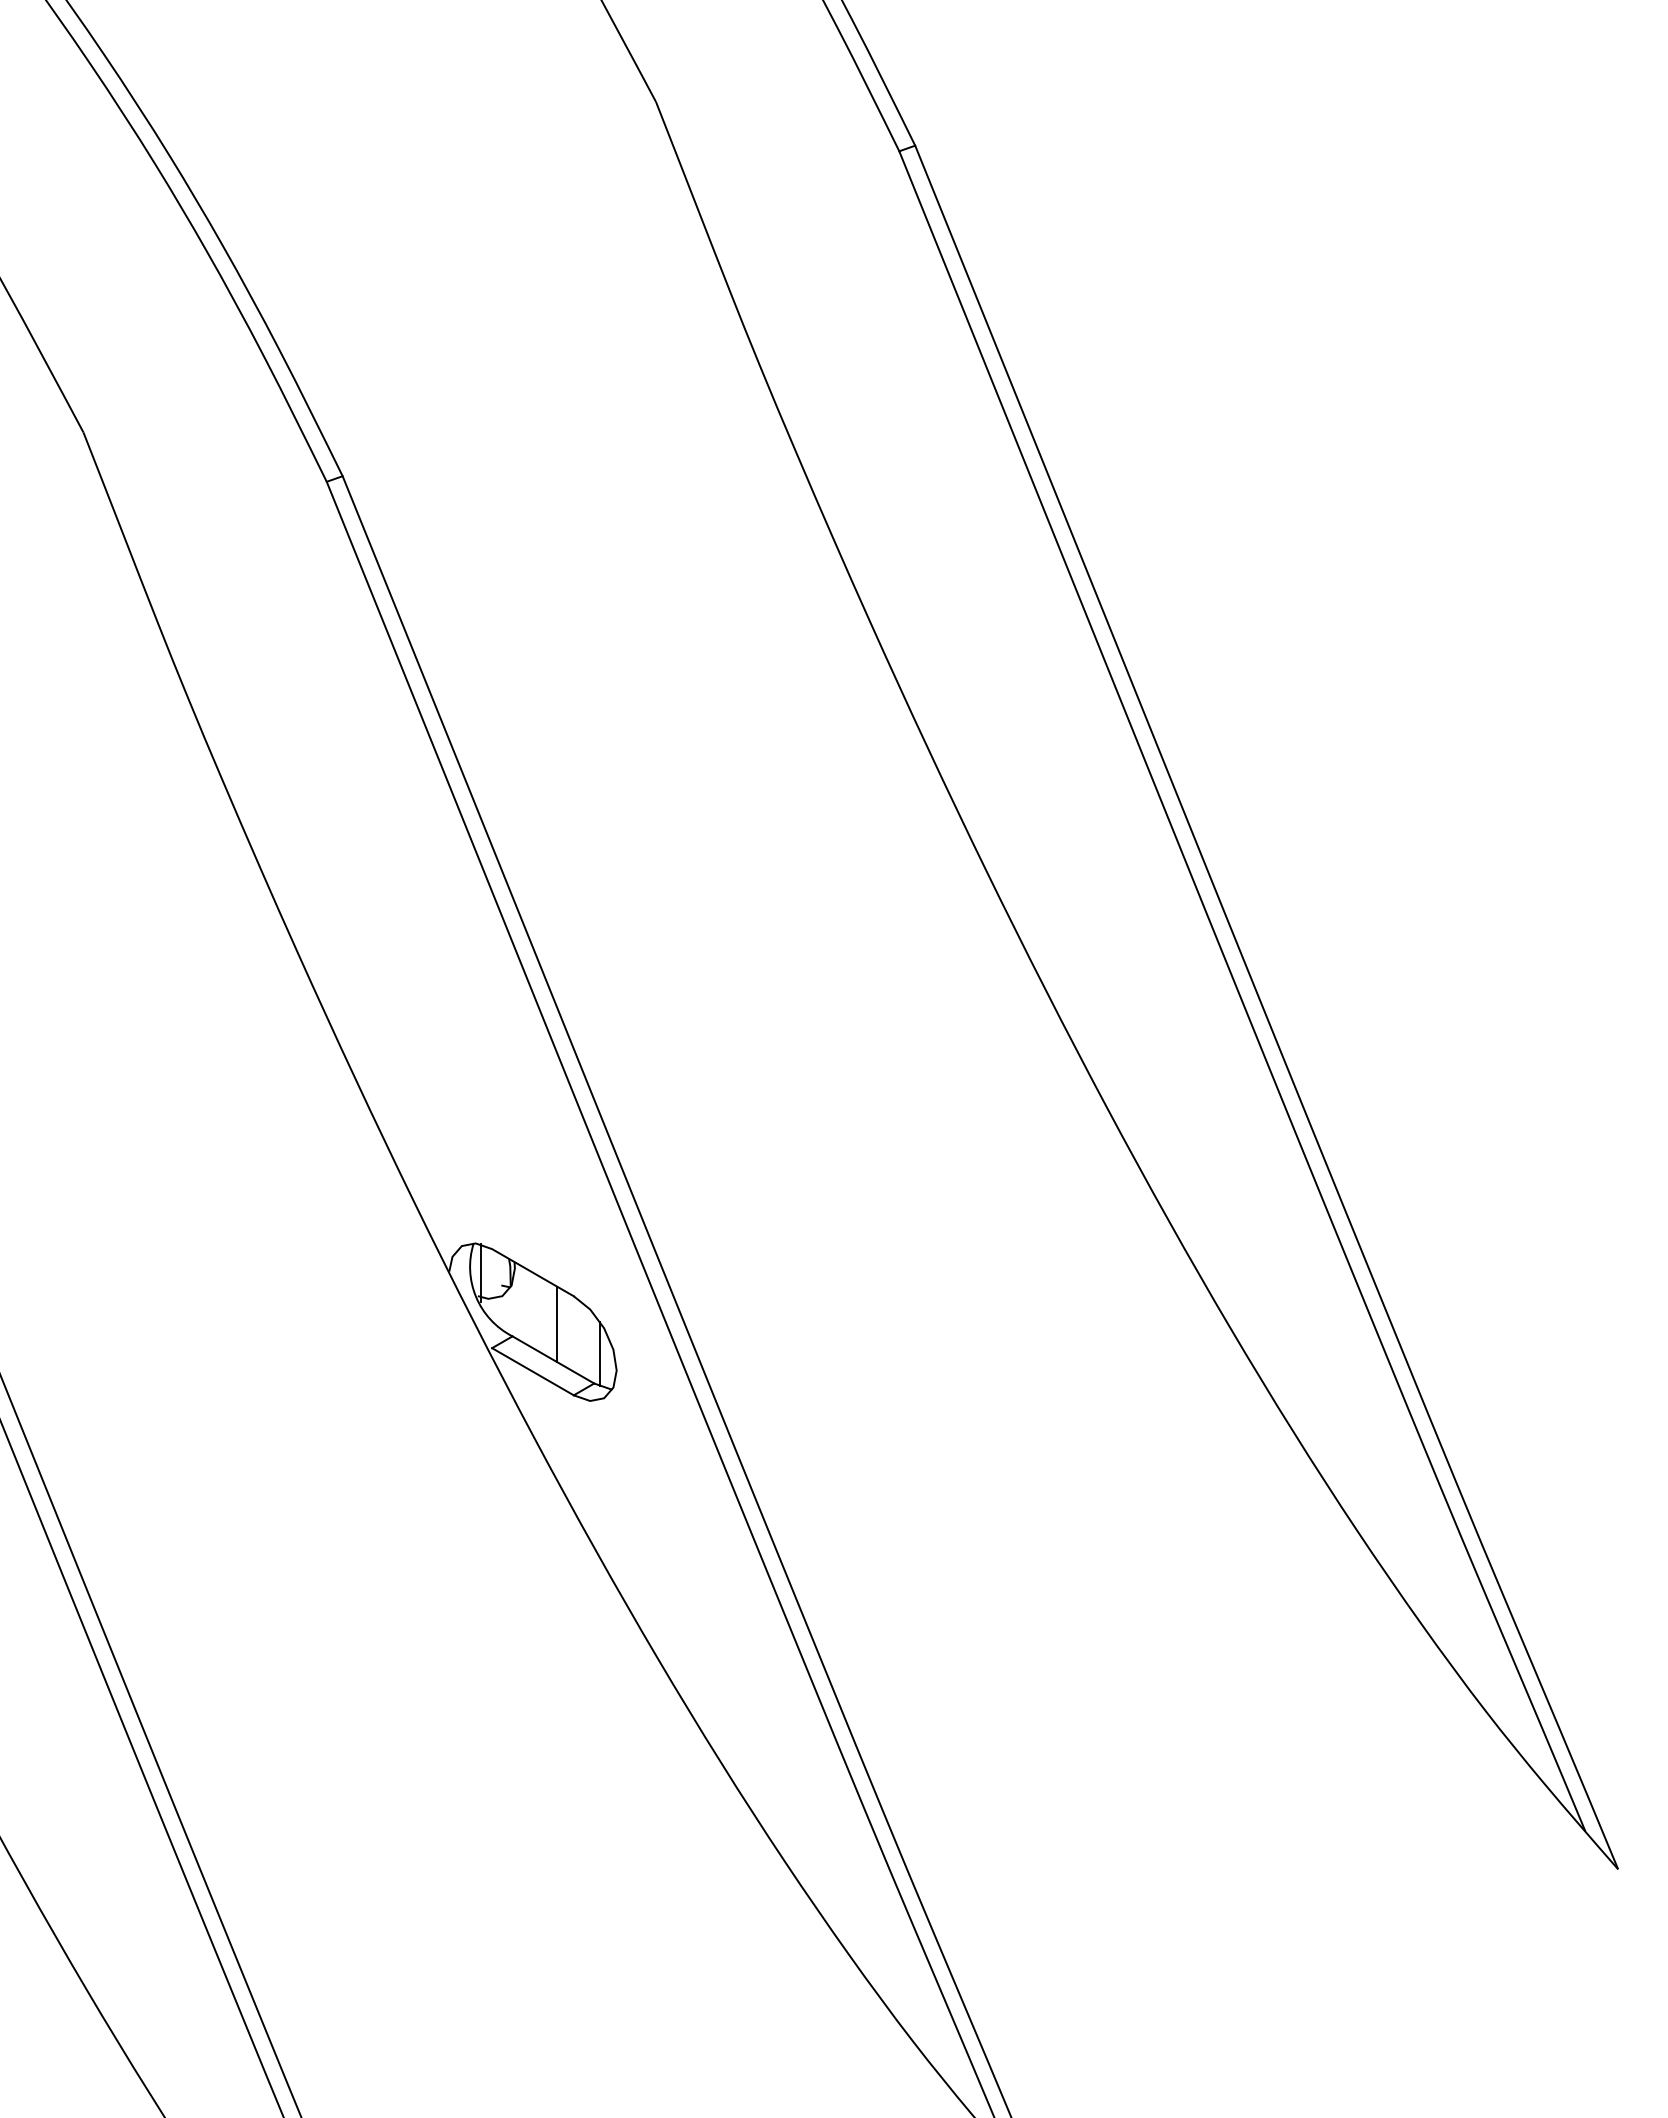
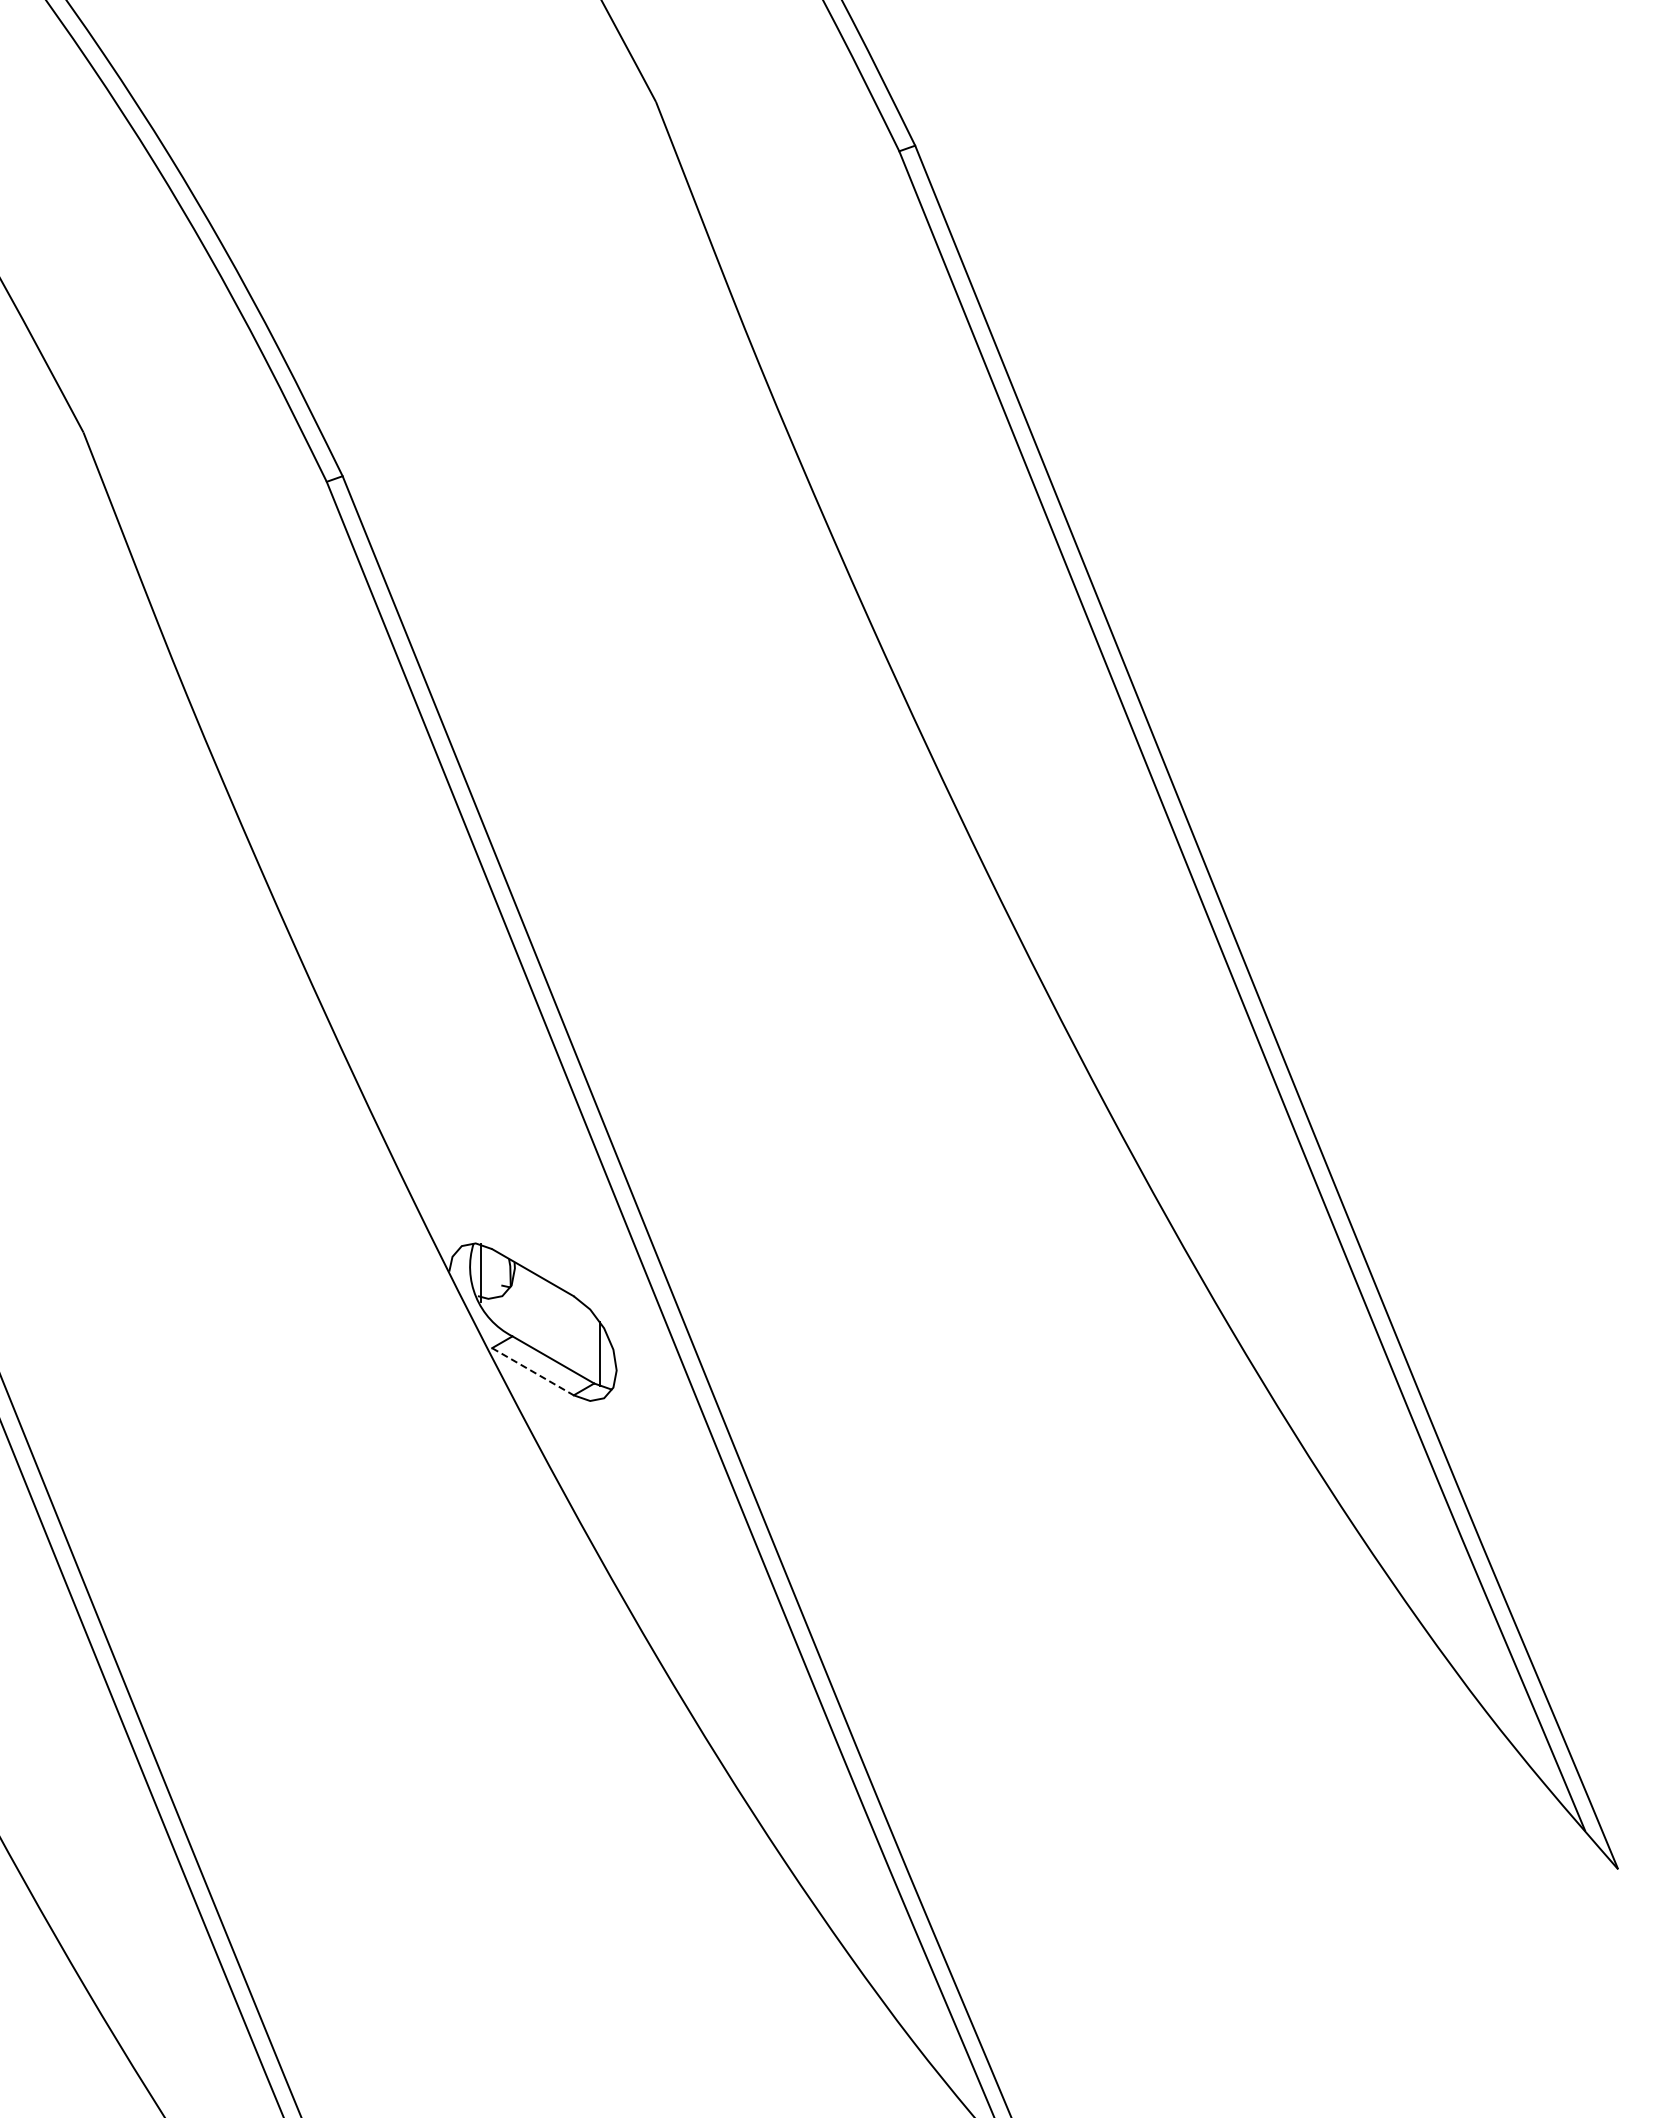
line at (557, 1324): present -> none
line at (533, 1371): solid -> dashed
